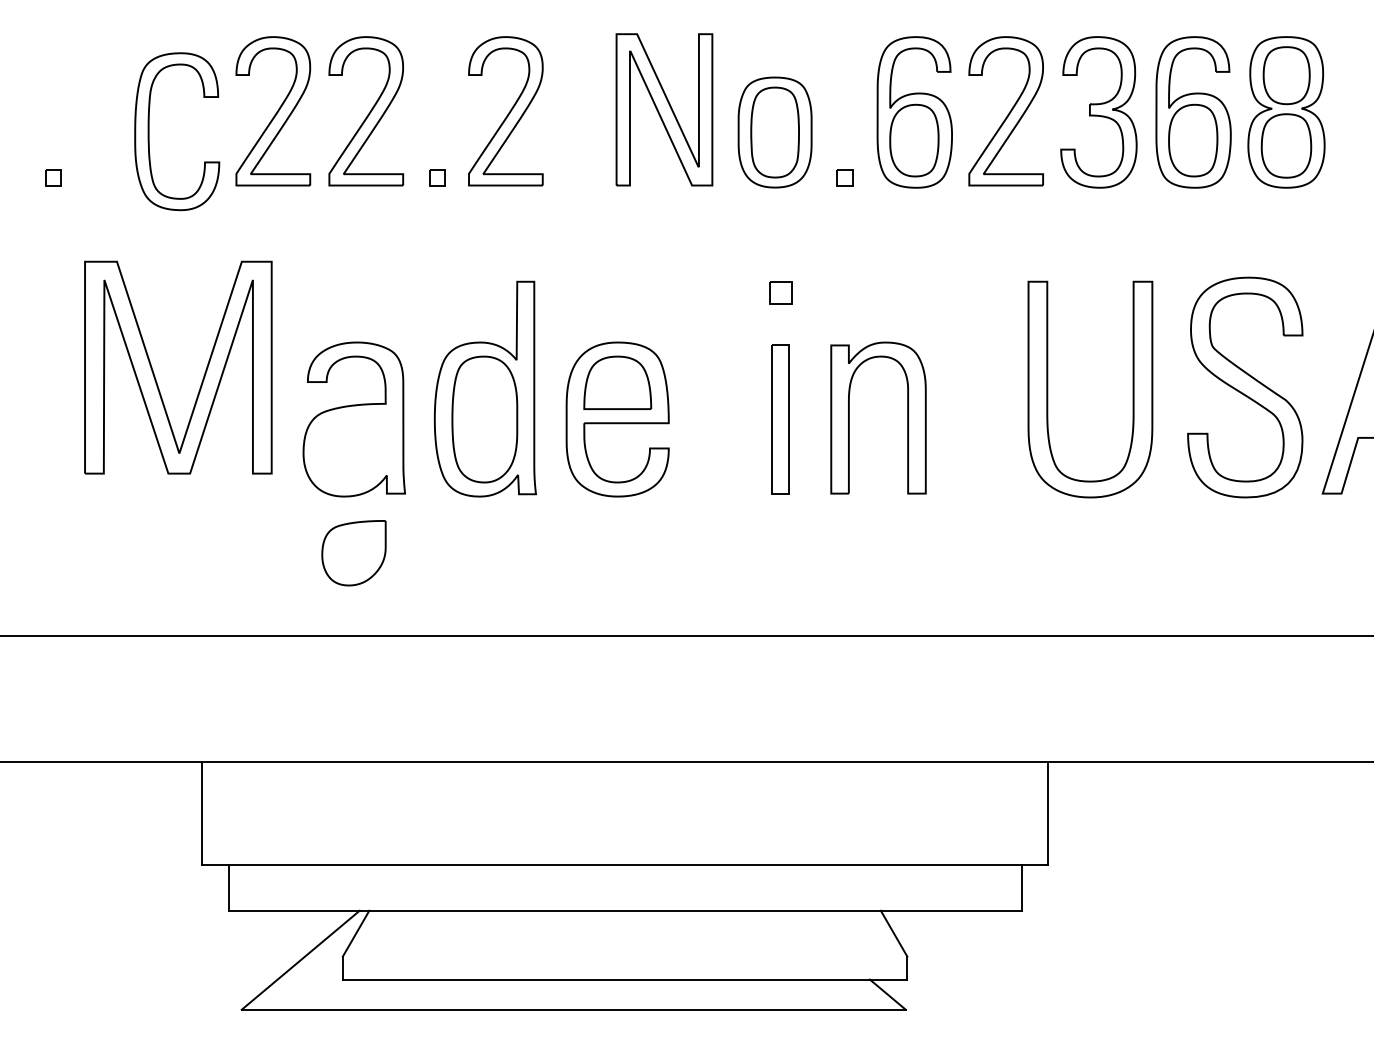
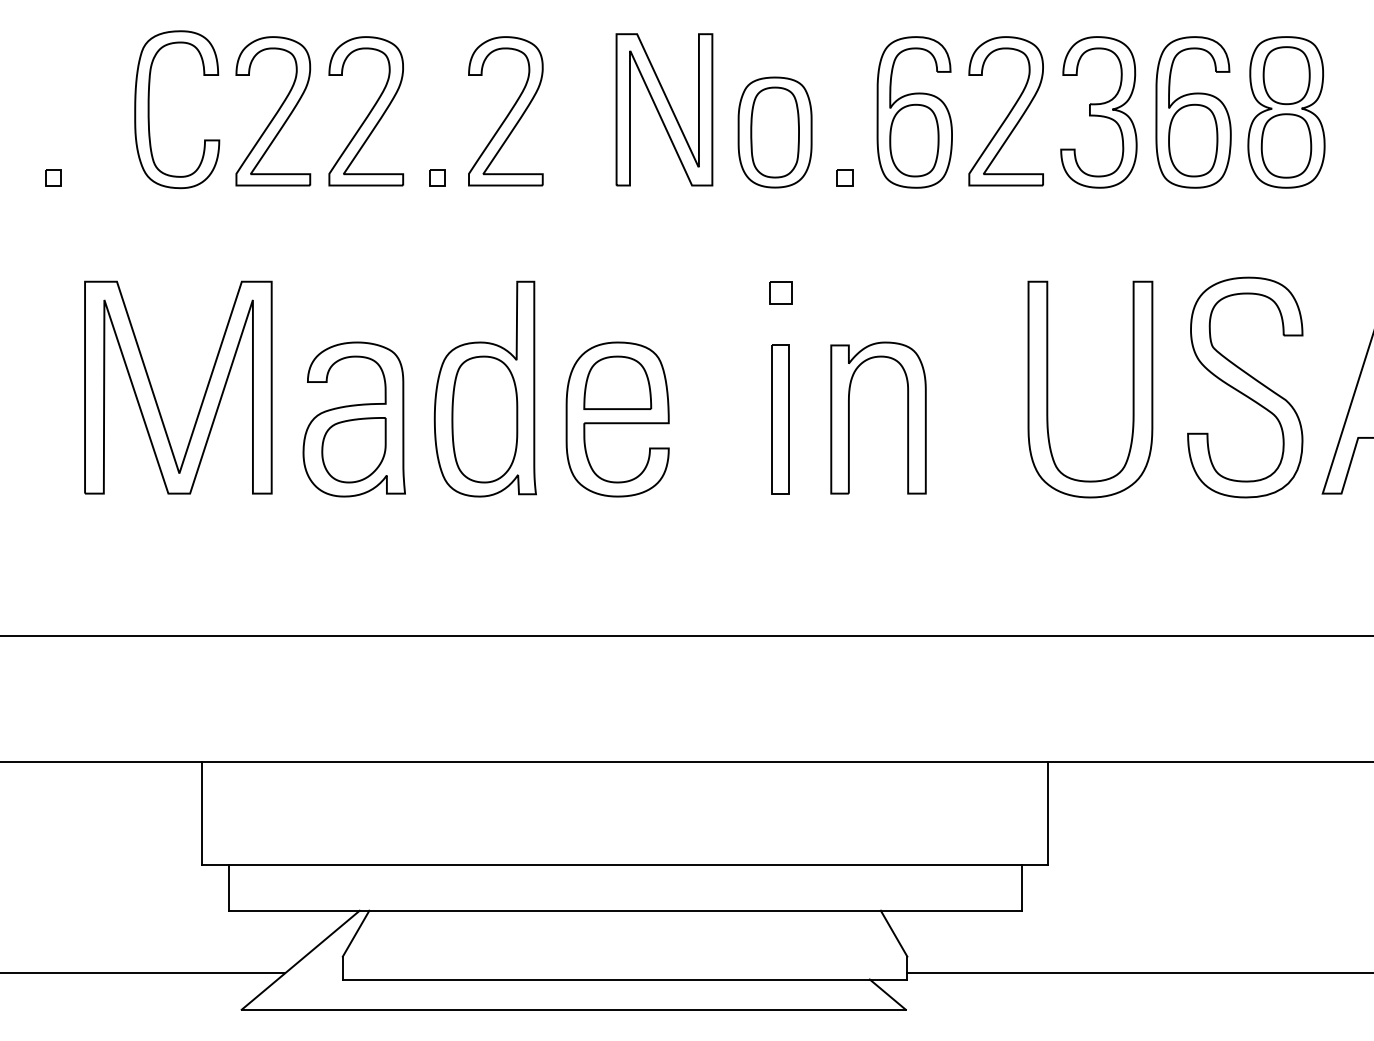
part at (149, 131) position: (149, 131) -> (149, 109)
part at (155, 376) position: (155, 376) -> (155, 396)
part at (353, 553) position: (353, 553) -> (353, 450)
line at (143, 973): none -> present
line at (1138, 973): none -> present
